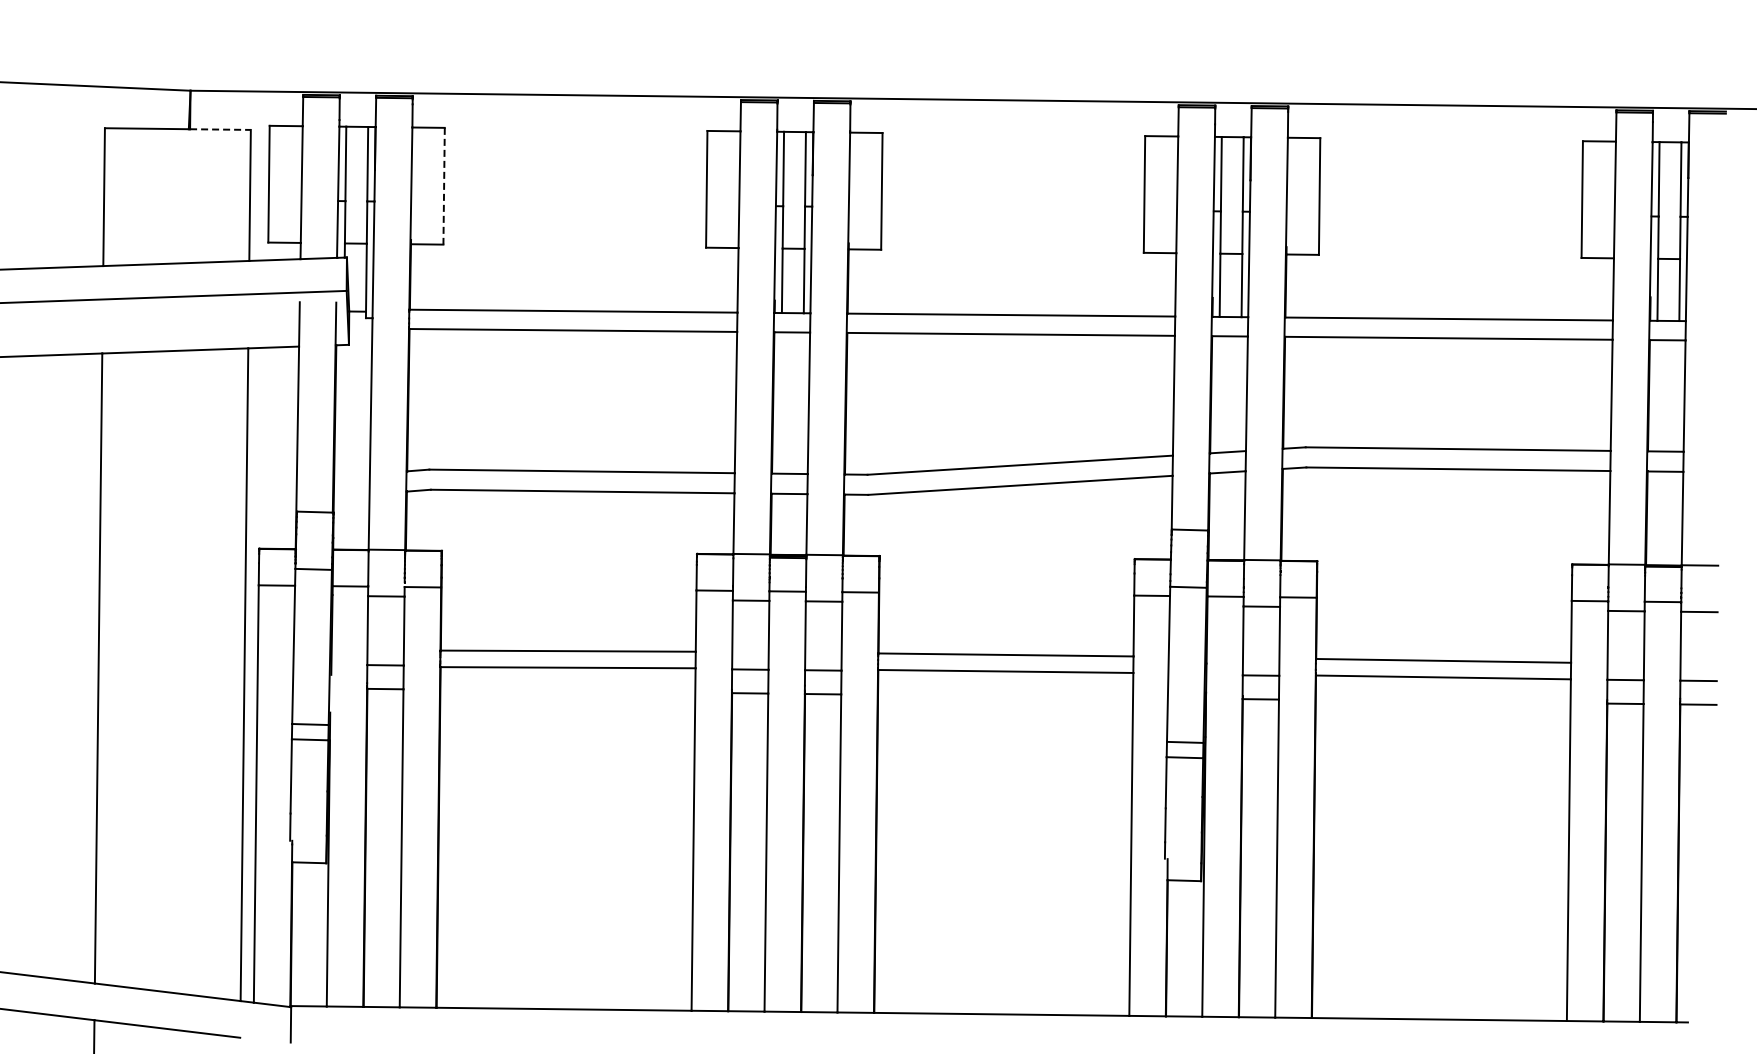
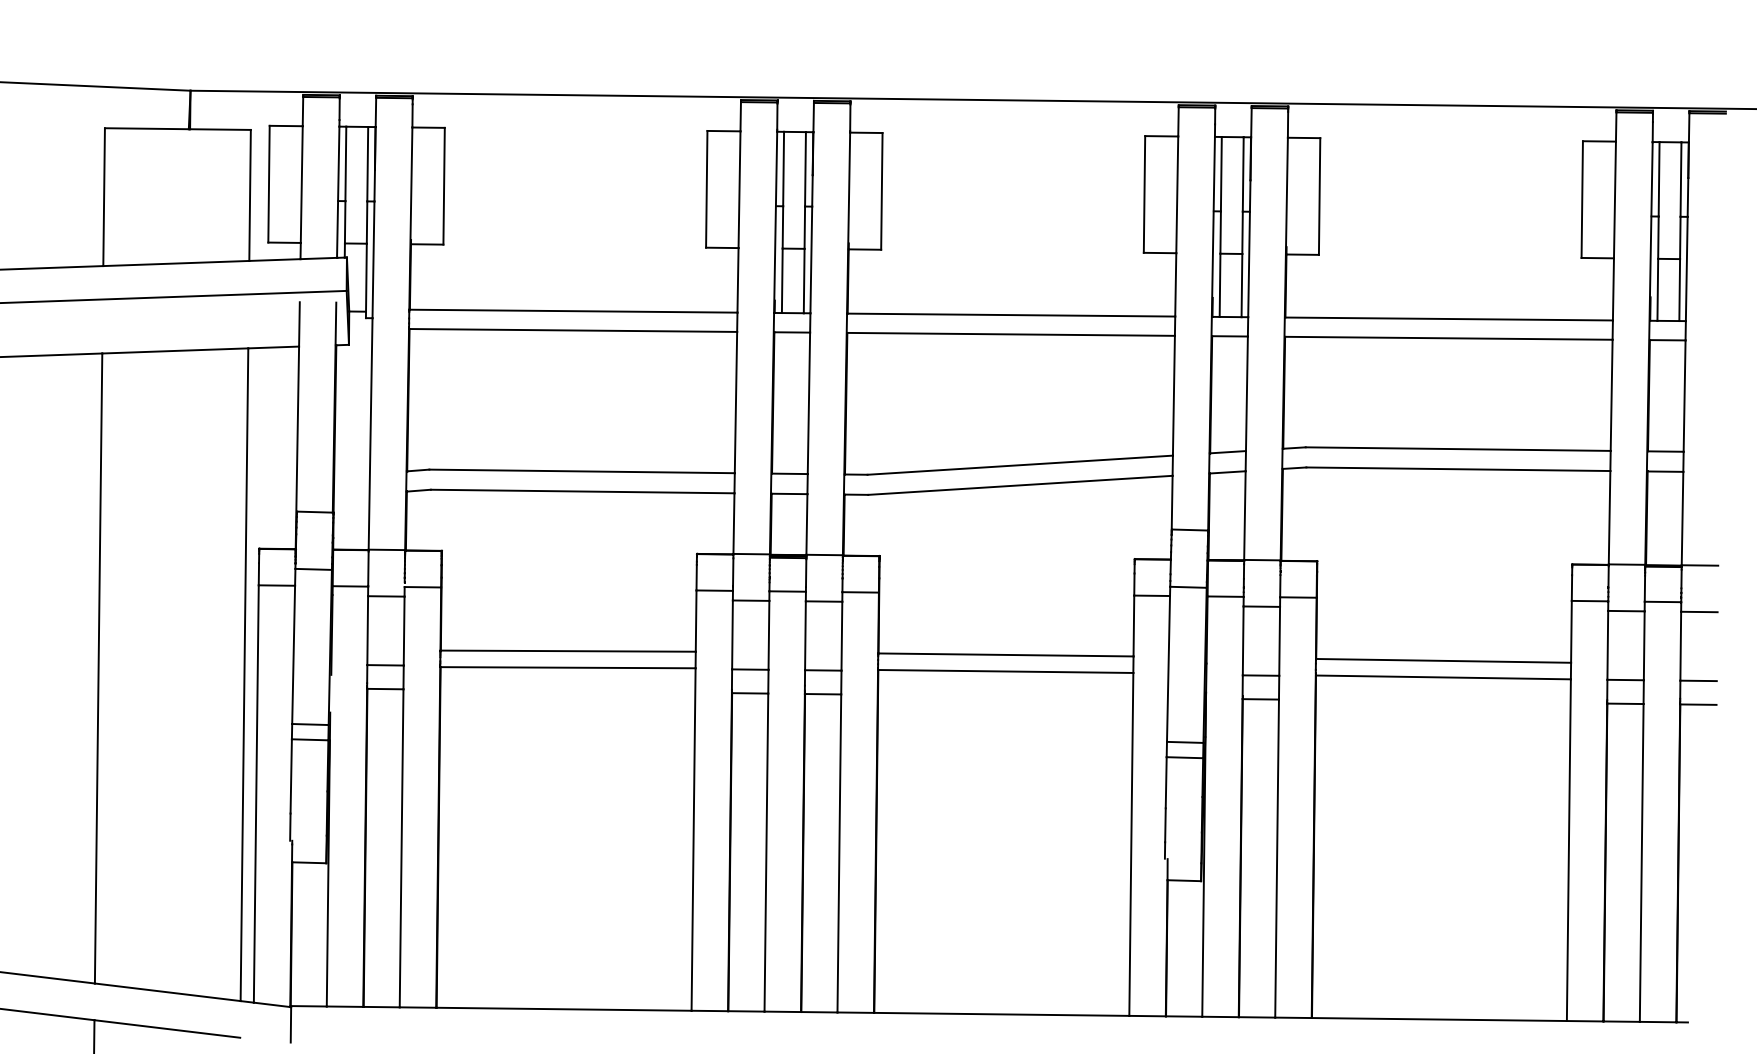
line at (220, 129): dashed -> solid
line at (444, 186): dashed -> solid
